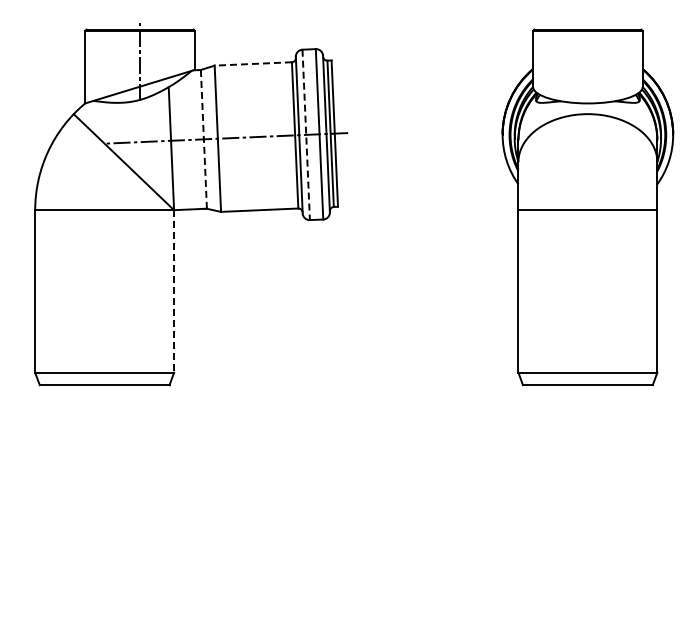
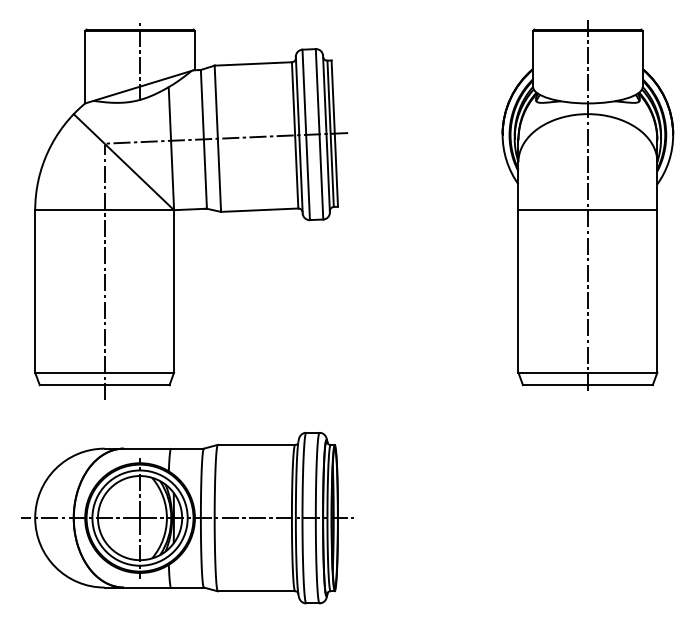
line at (253, 63): dashed -> solid
line at (306, 135): dashed -> solid
line at (203, 139): dashed -> solid
line at (587, 204): none -> present
line at (104, 272): none -> present
line at (174, 291): dashed -> solid
part at (187, 518): none -> present
